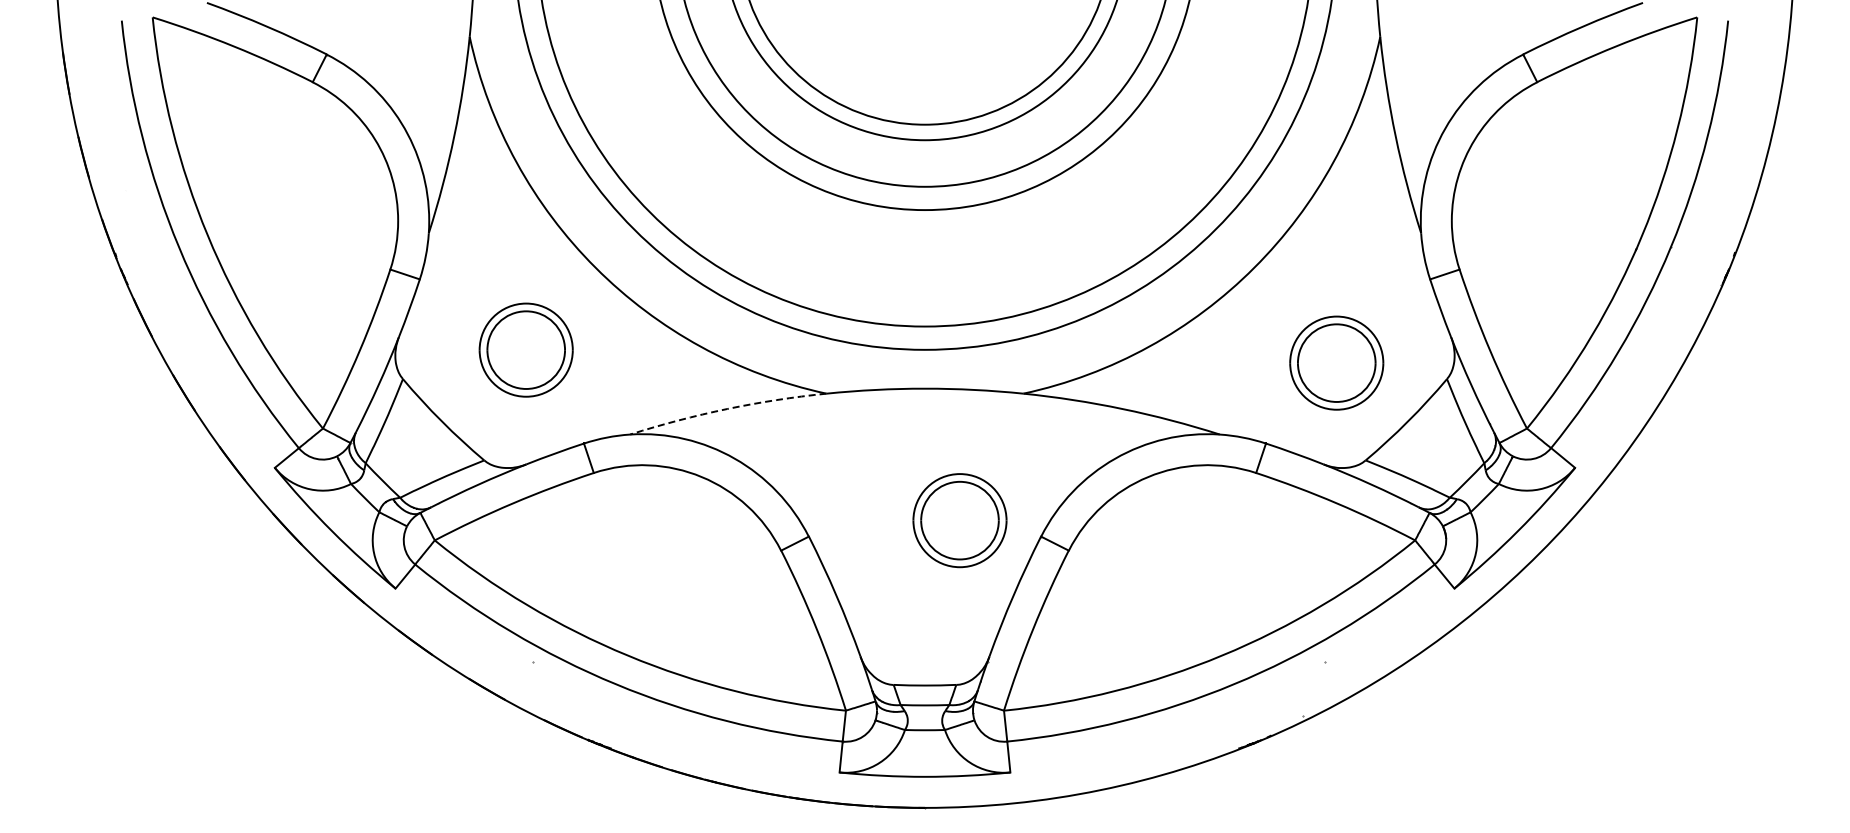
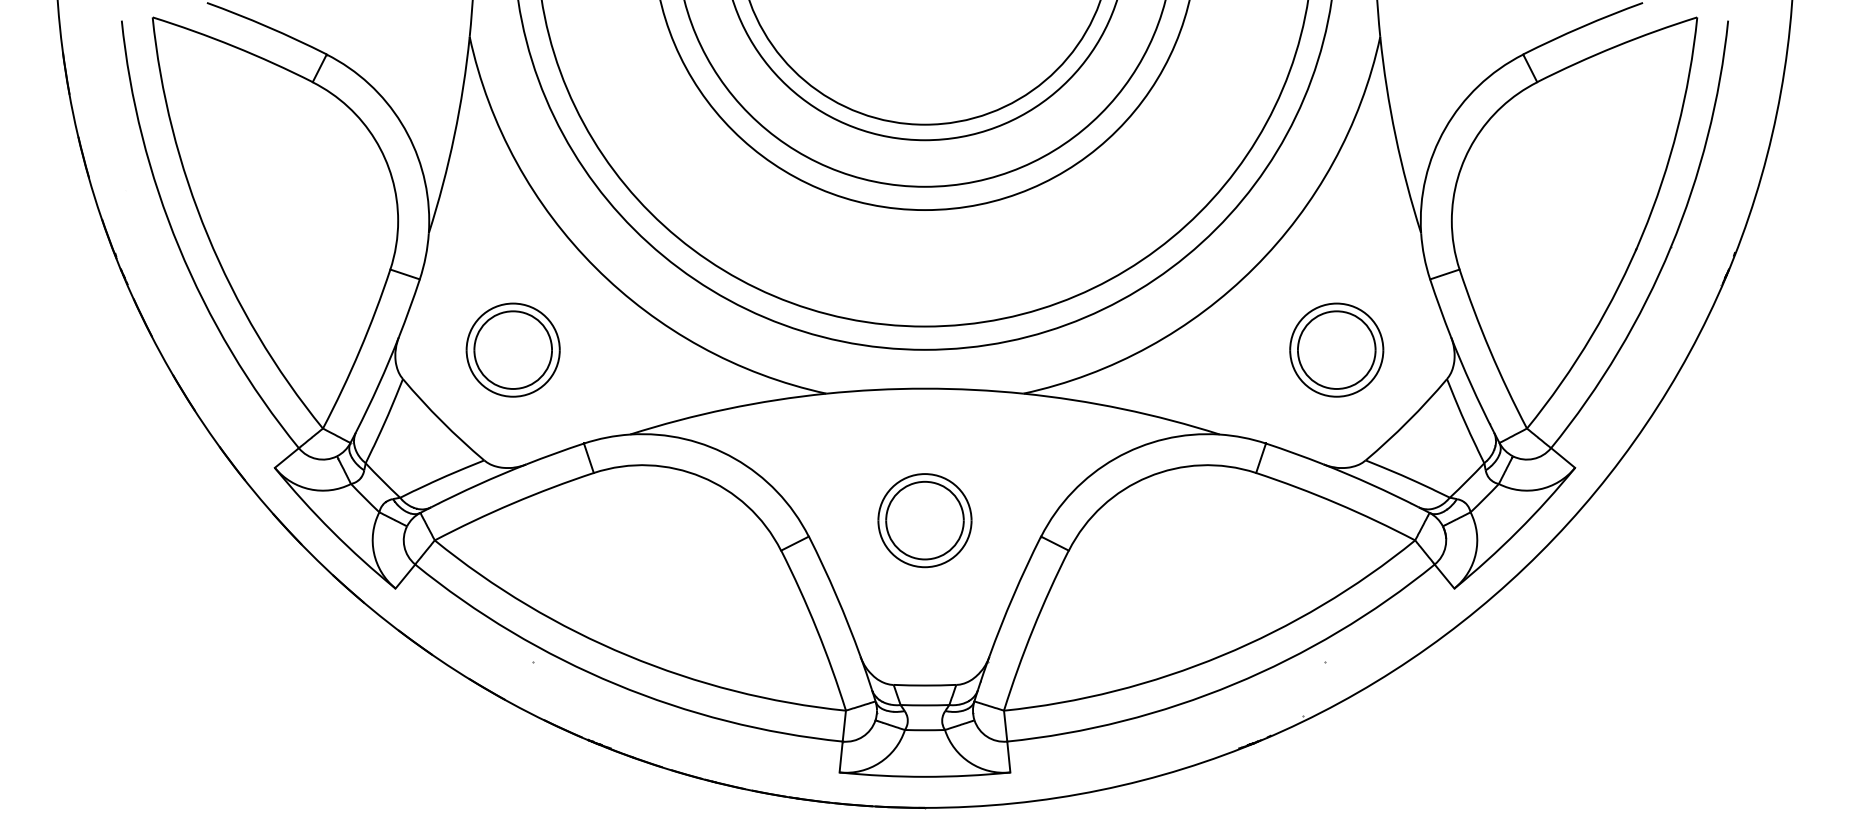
part at (525, 349) position: (525, 349) -> (512, 349)
part at (1336, 362) position: (1336, 362) -> (1336, 349)
arc at (727, 409): dashed -> solid
part at (959, 520) position: (959, 520) -> (924, 520)
